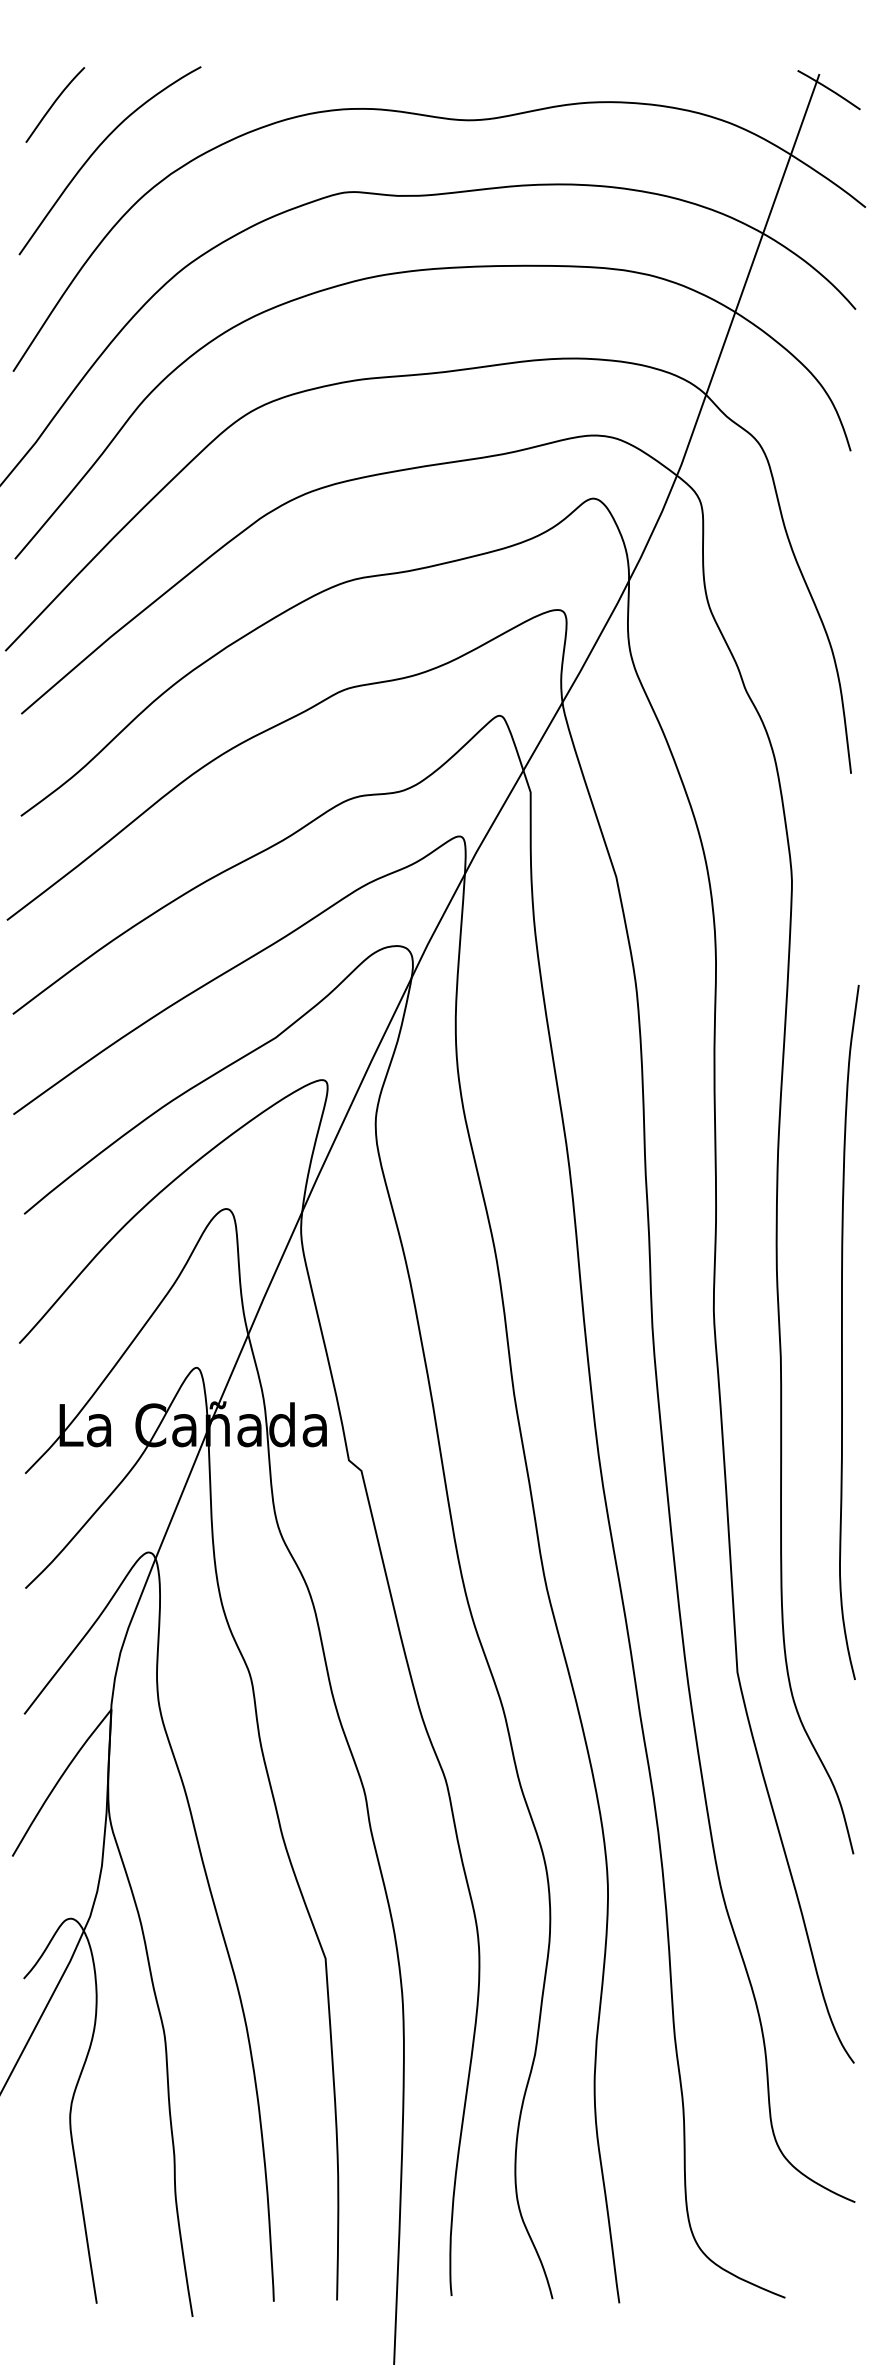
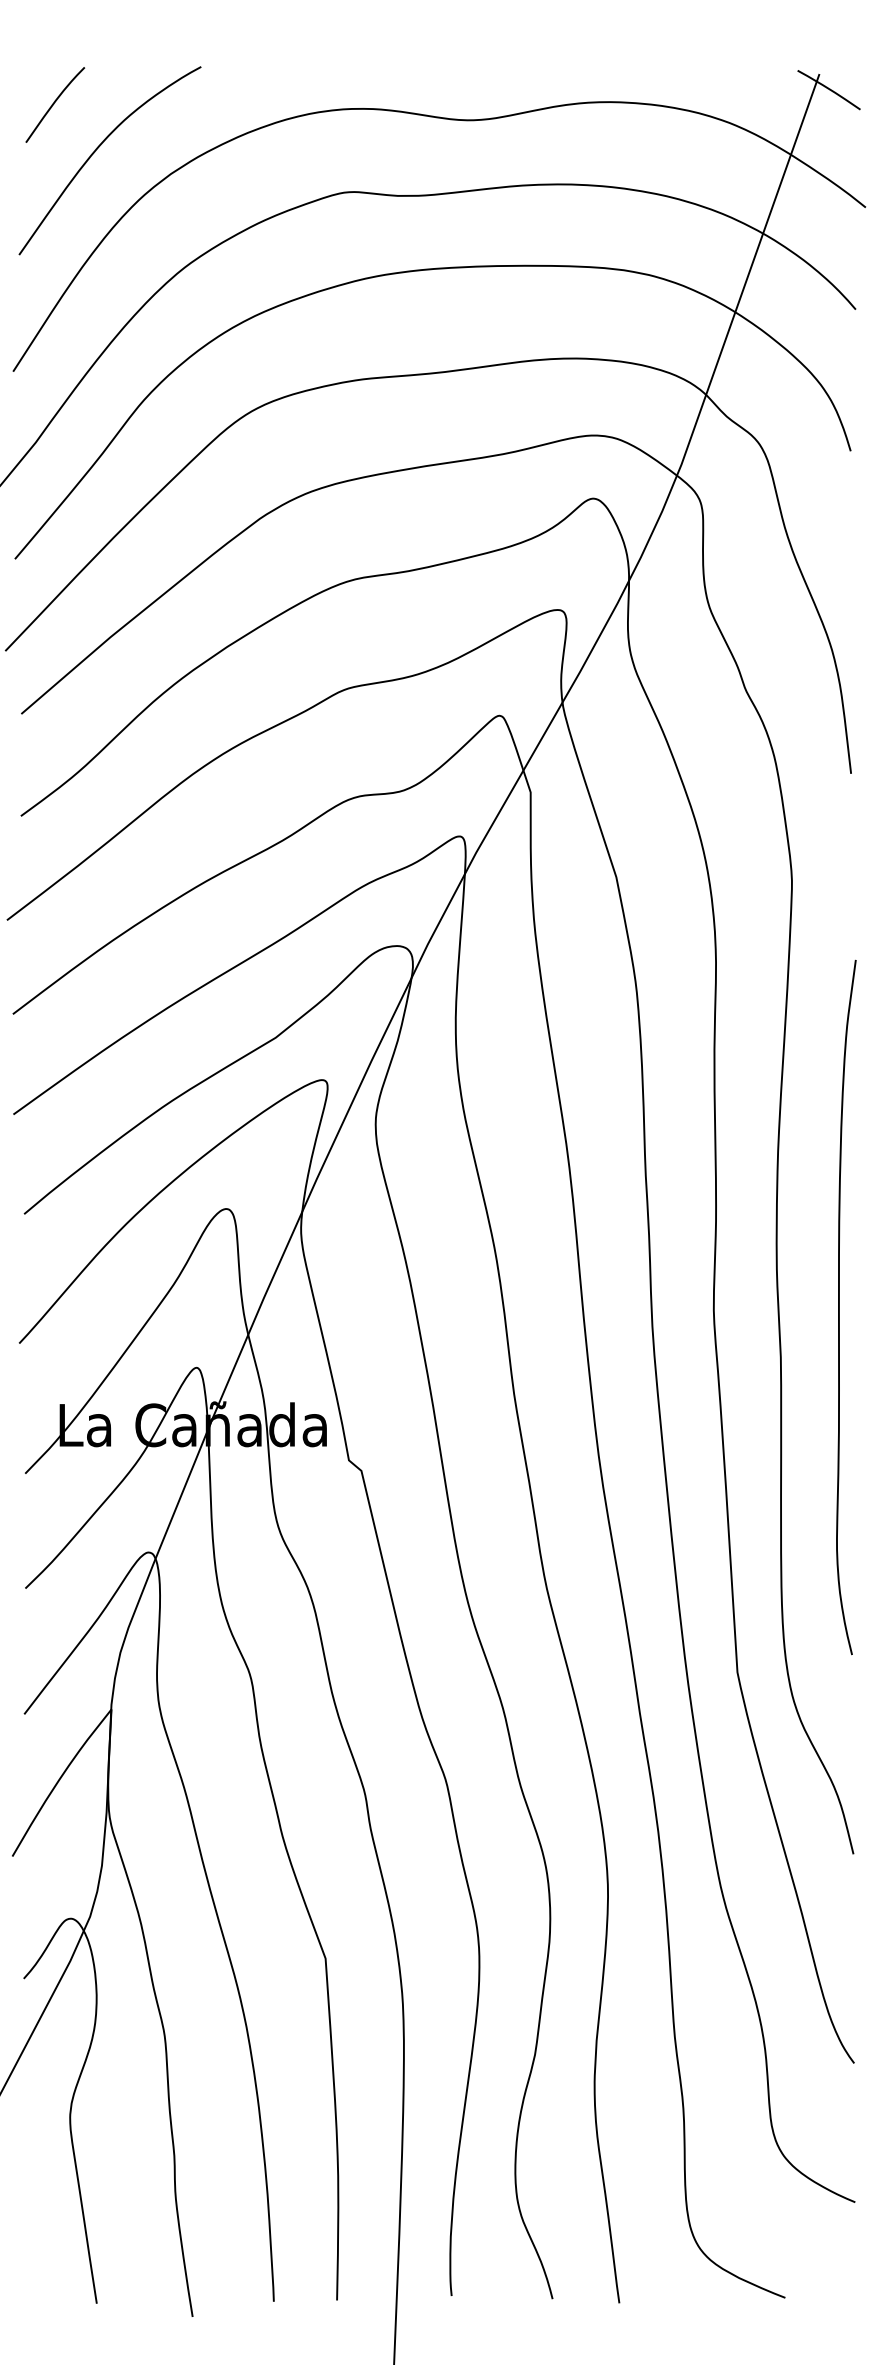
curve at (842, 1332) position: (842, 1332) -> (839, 1307)
